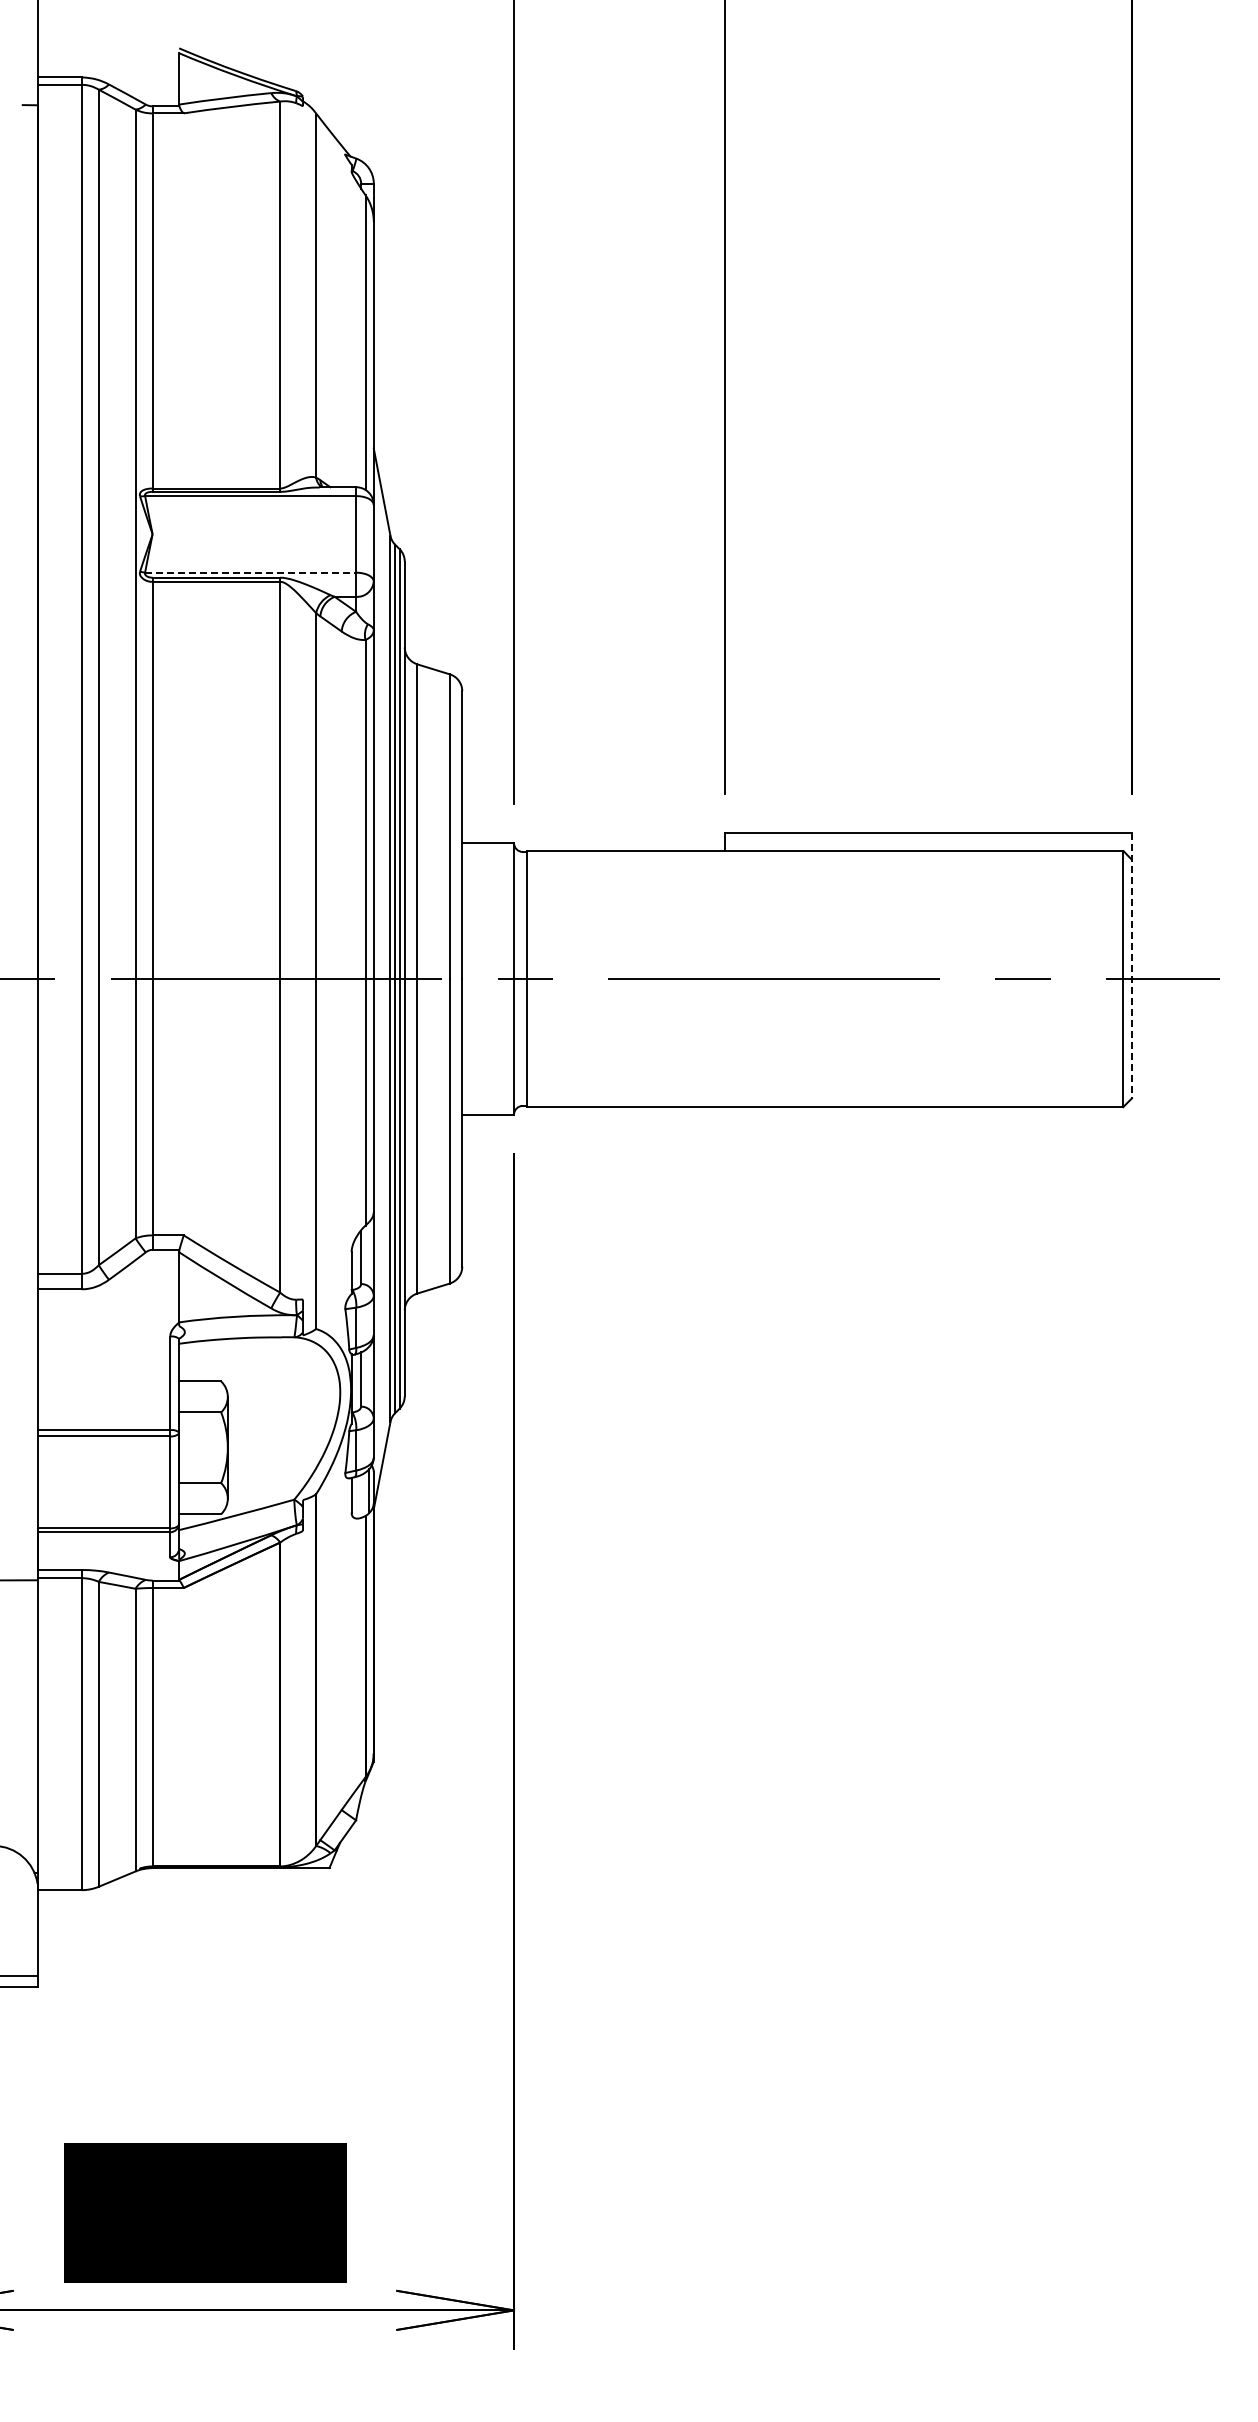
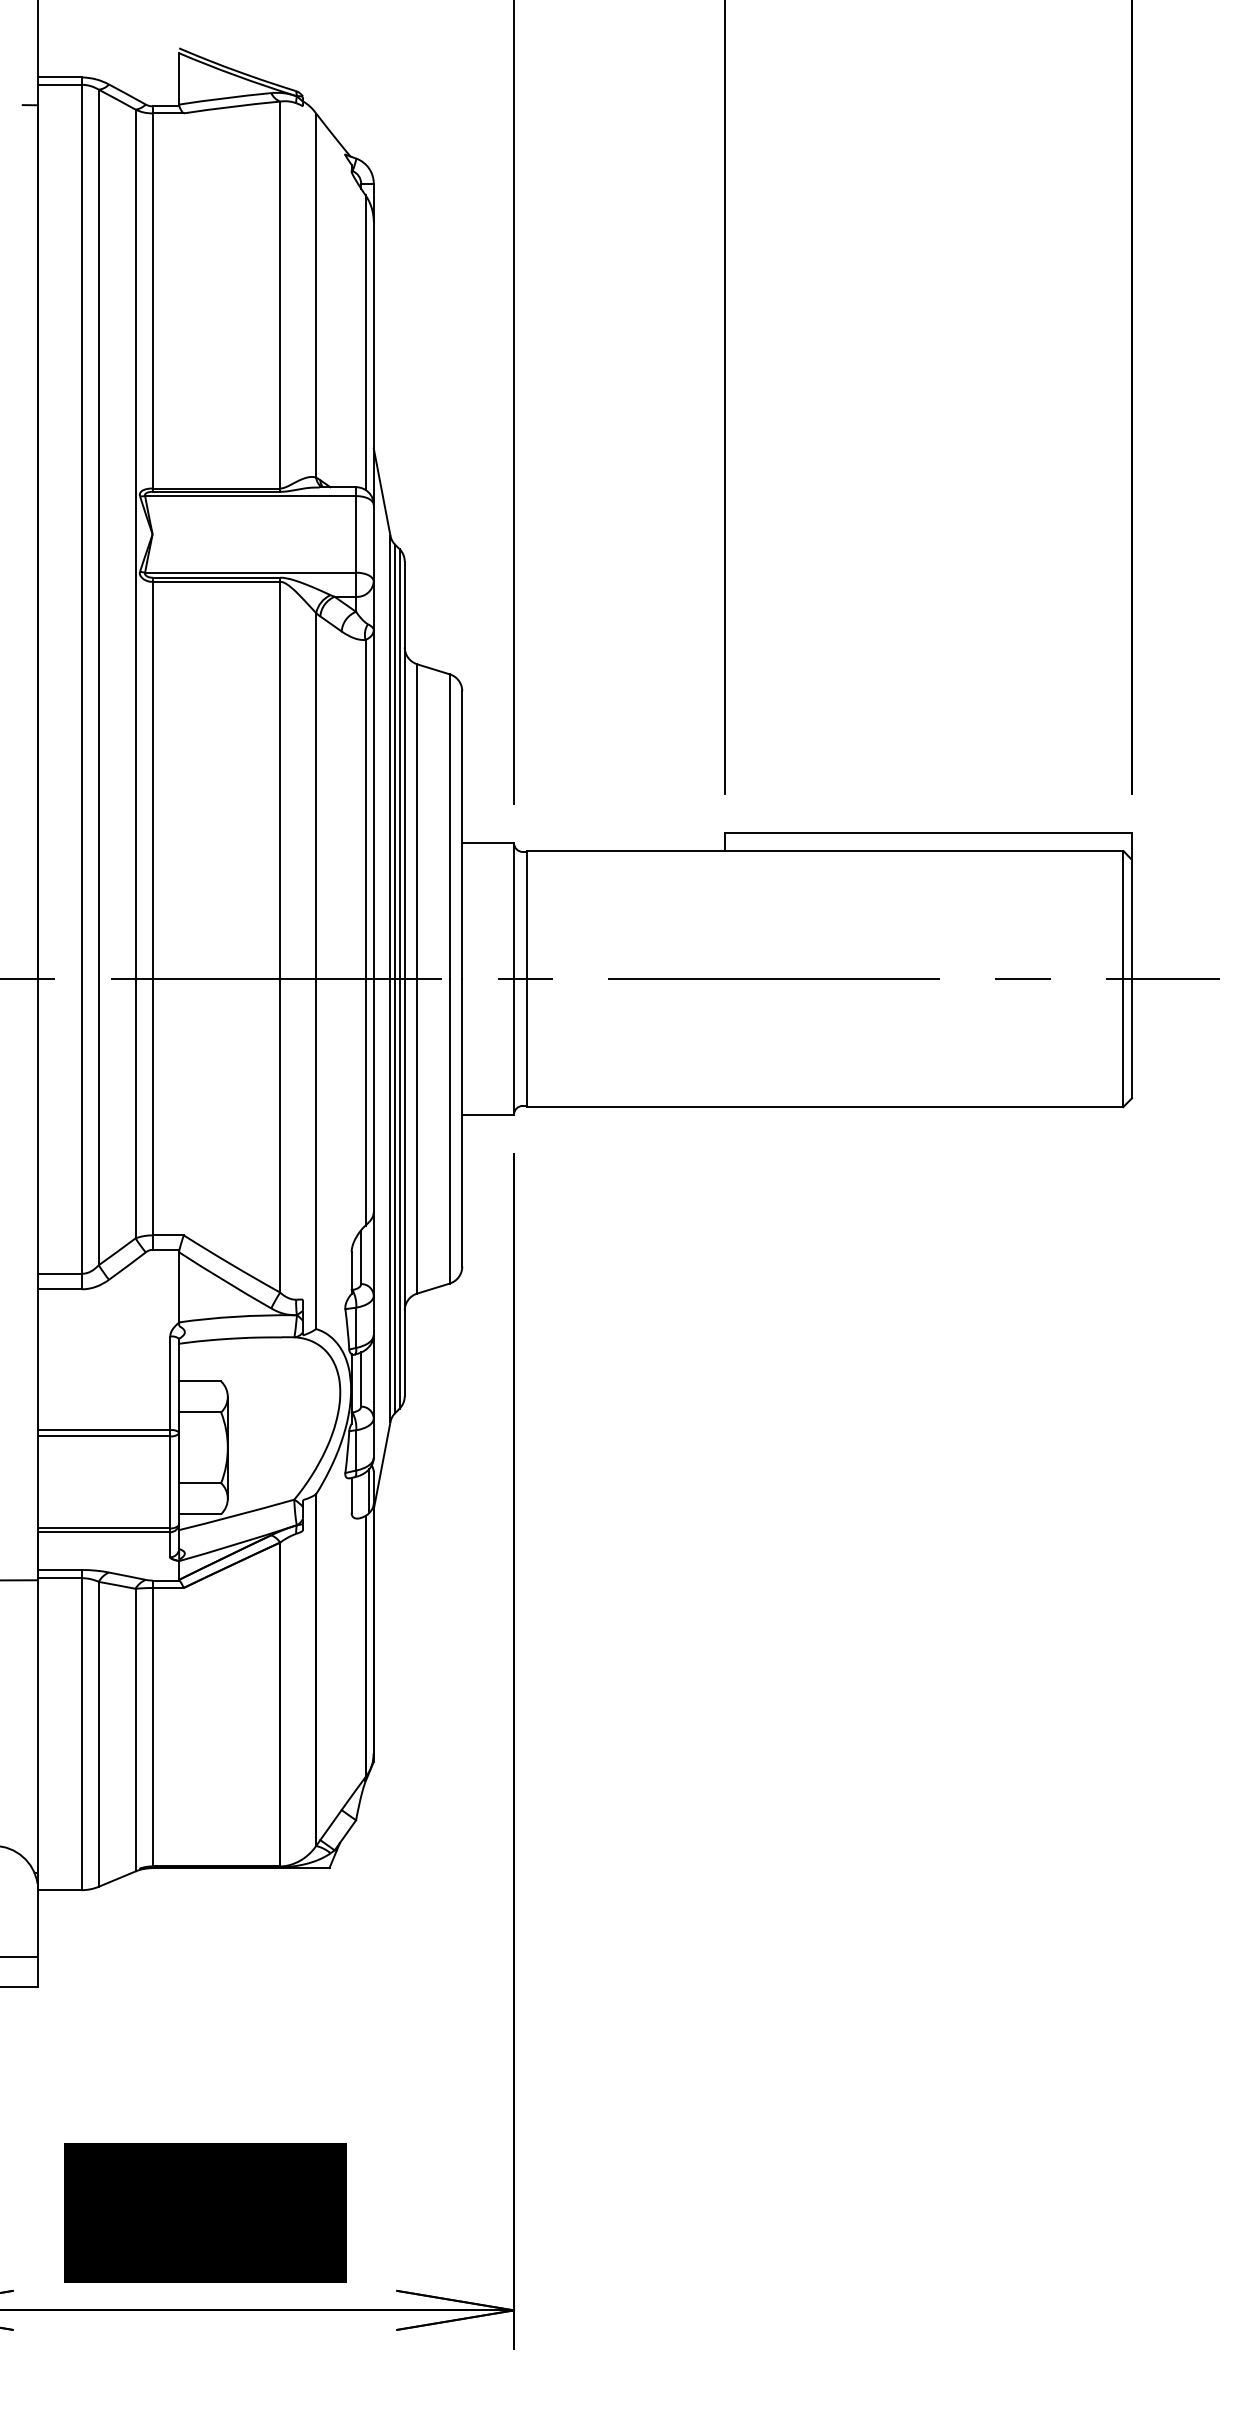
line at (250, 572): dashed -> solid
line at (1131, 965): dashed -> solid
line at (19, 1975) position: (19, 1975) -> (19, 1956)
